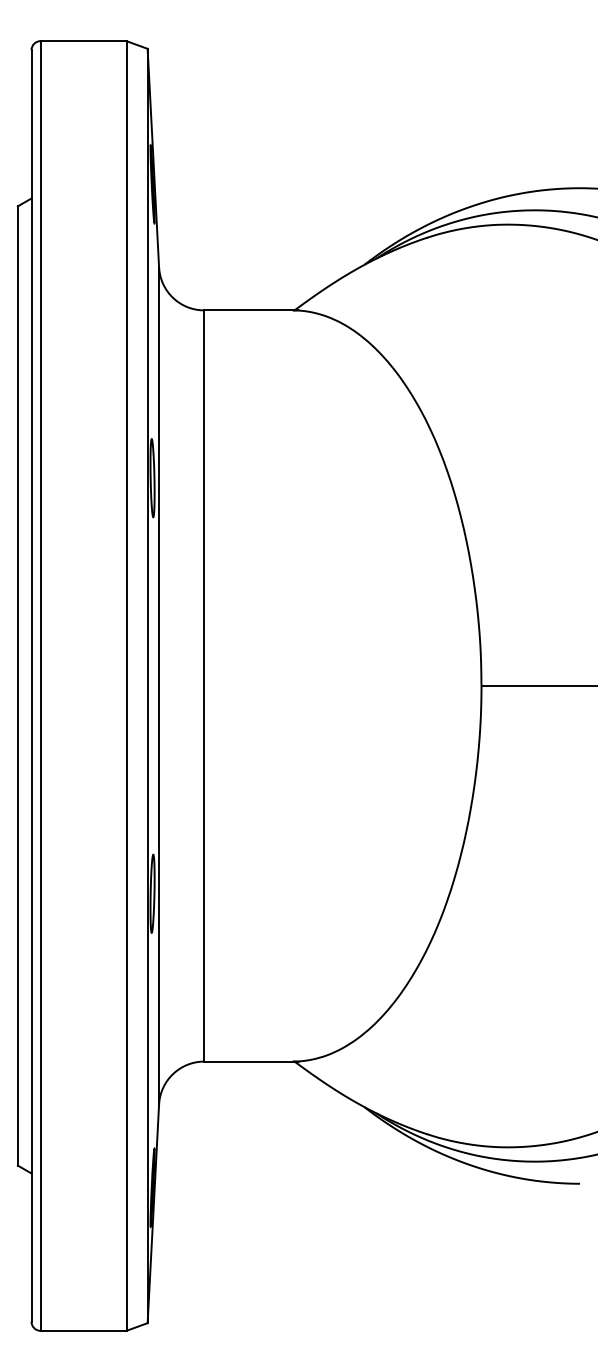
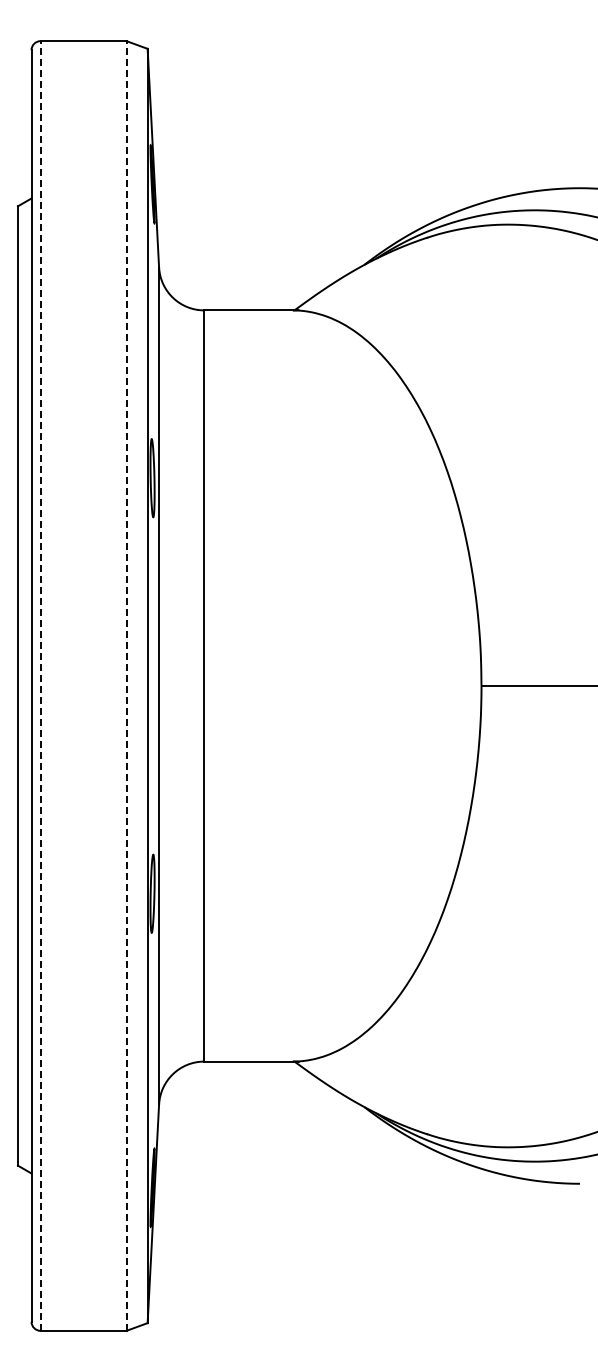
line at (40, 686): solid -> dashed
line at (126, 686): solid -> dashed
